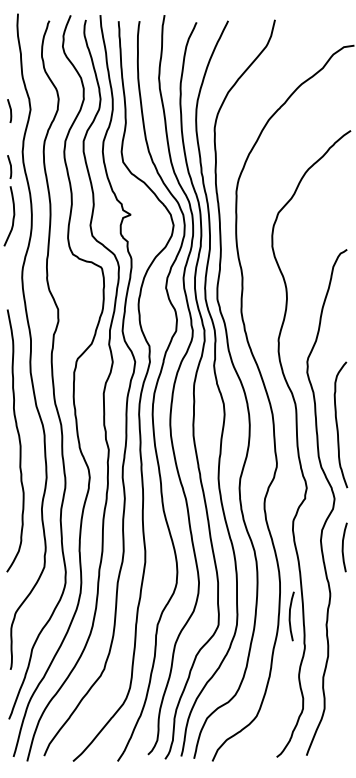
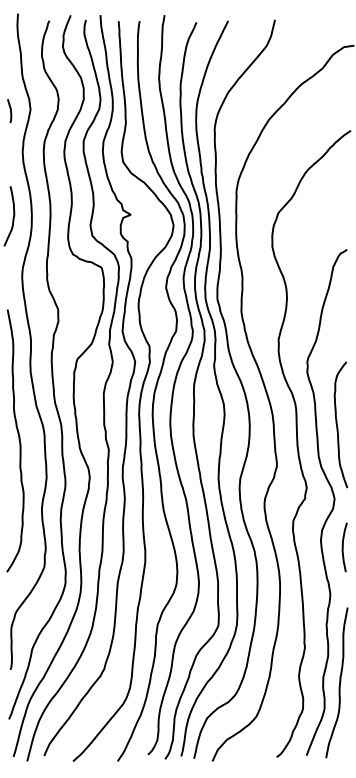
line at (10, 166): present -> none
curve at (290, 616): present -> none
curve at (339, 682): none -> present
